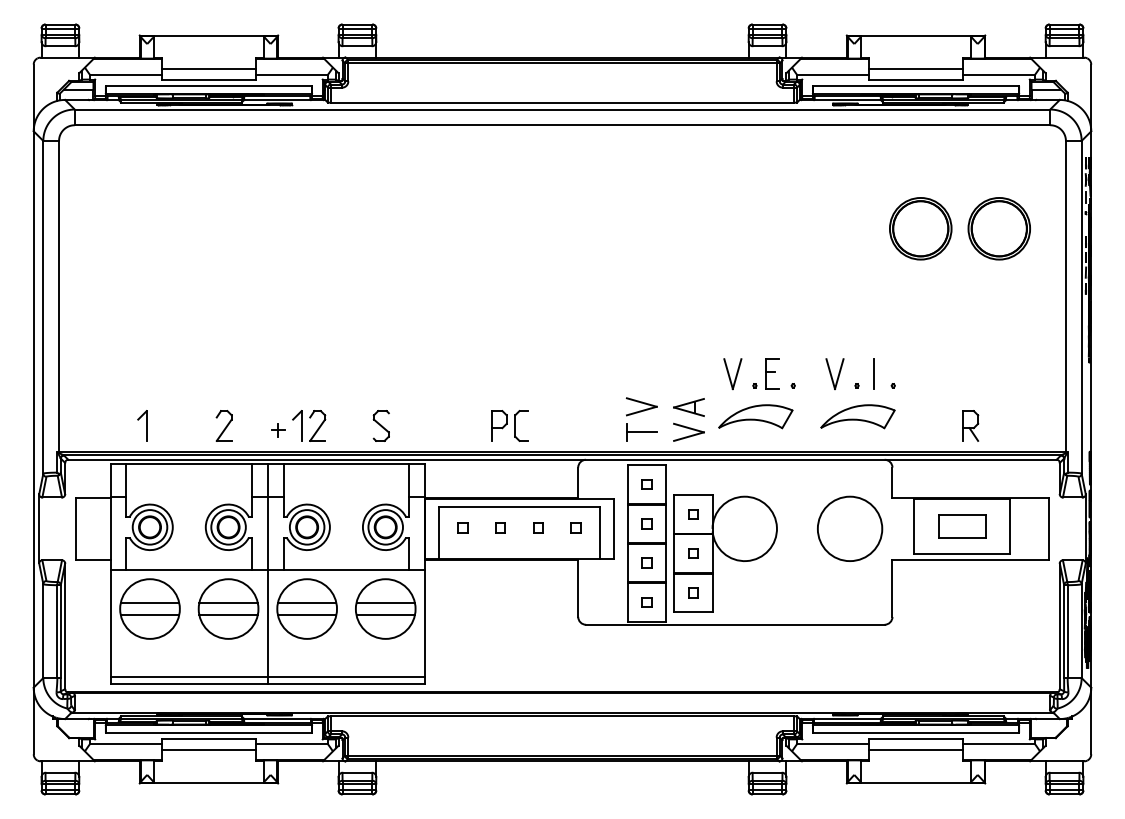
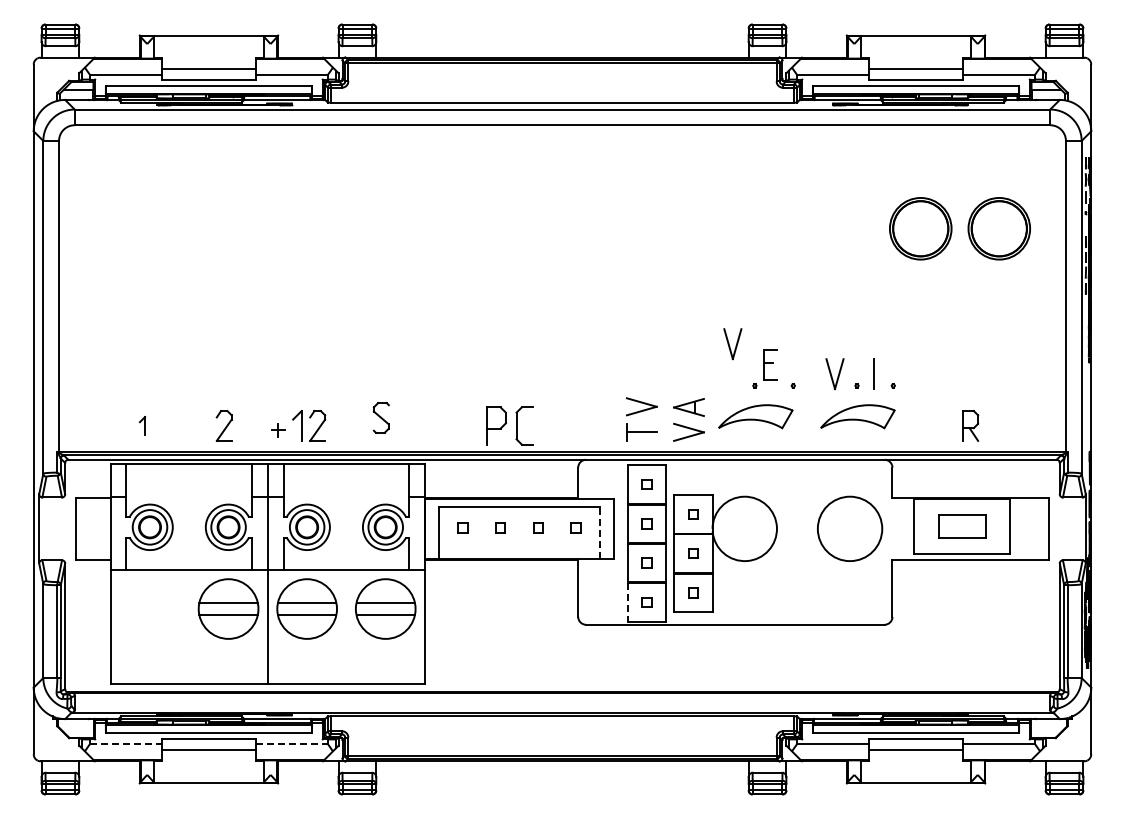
part at (772, 373) position: (772, 373) -> (770, 364)
part at (732, 374) position: (732, 374) -> (732, 344)
part at (142, 425) size: 11x32 px -> 8x20 px
part at (380, 425) position: (380, 425) -> (380, 417)
part at (509, 425) size: 38x32 px -> 48x40 px
line at (600, 532): solid -> dashed
line at (627, 602): solid -> dashed
part at (149, 608): present -> none
line at (267, 676): present -> none
line at (126, 744): solid -> dashed
line at (292, 744): solid -> dashed
